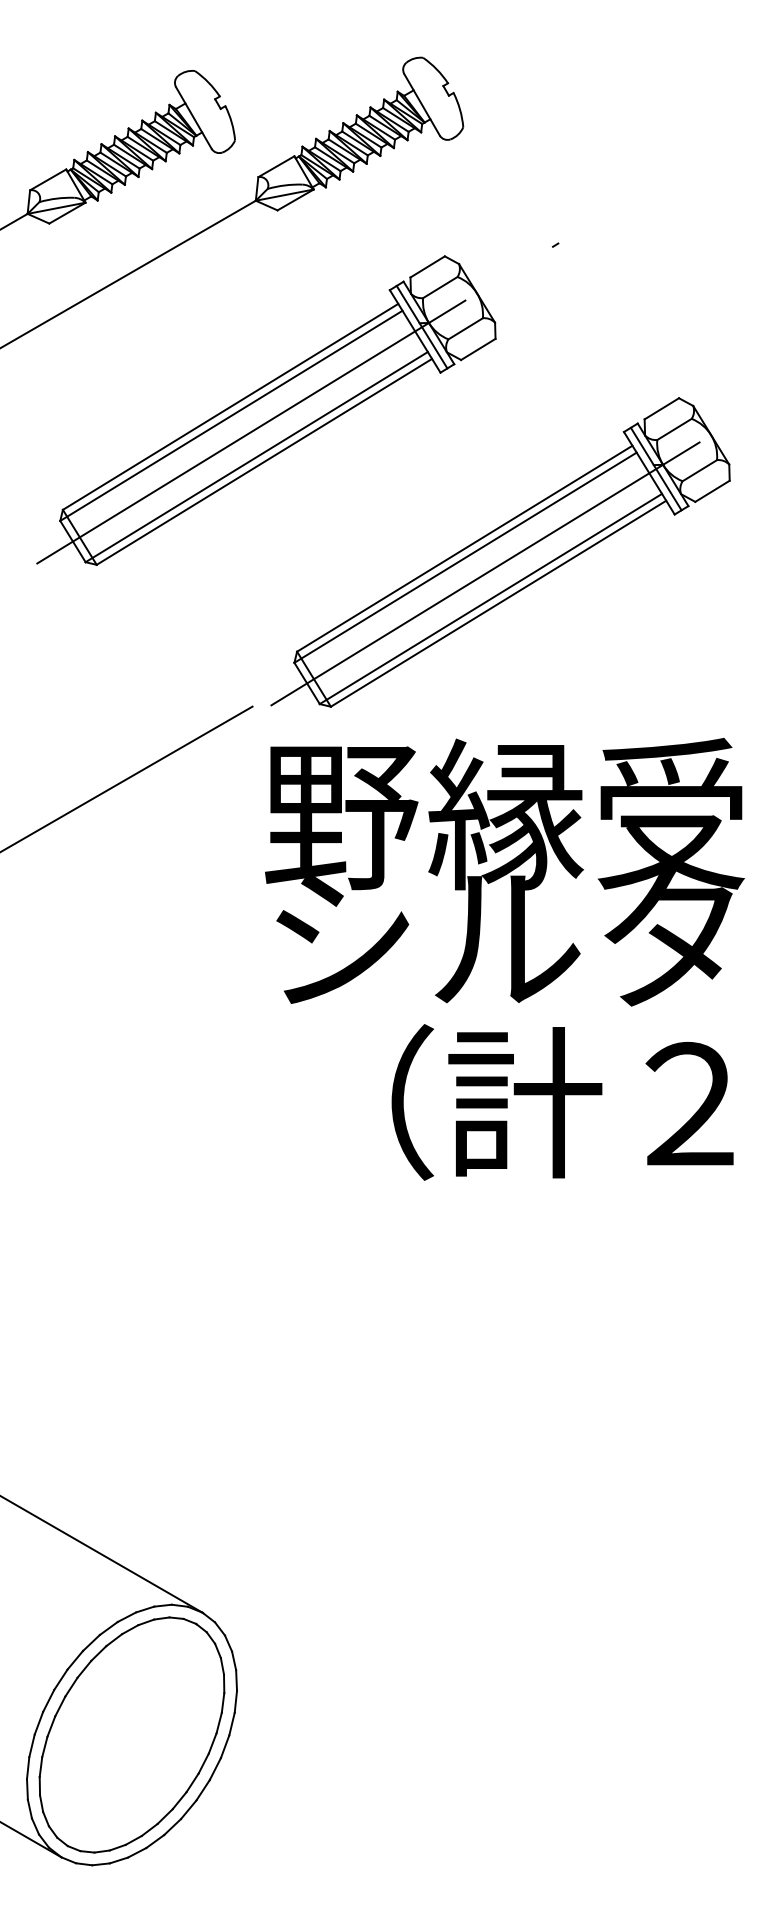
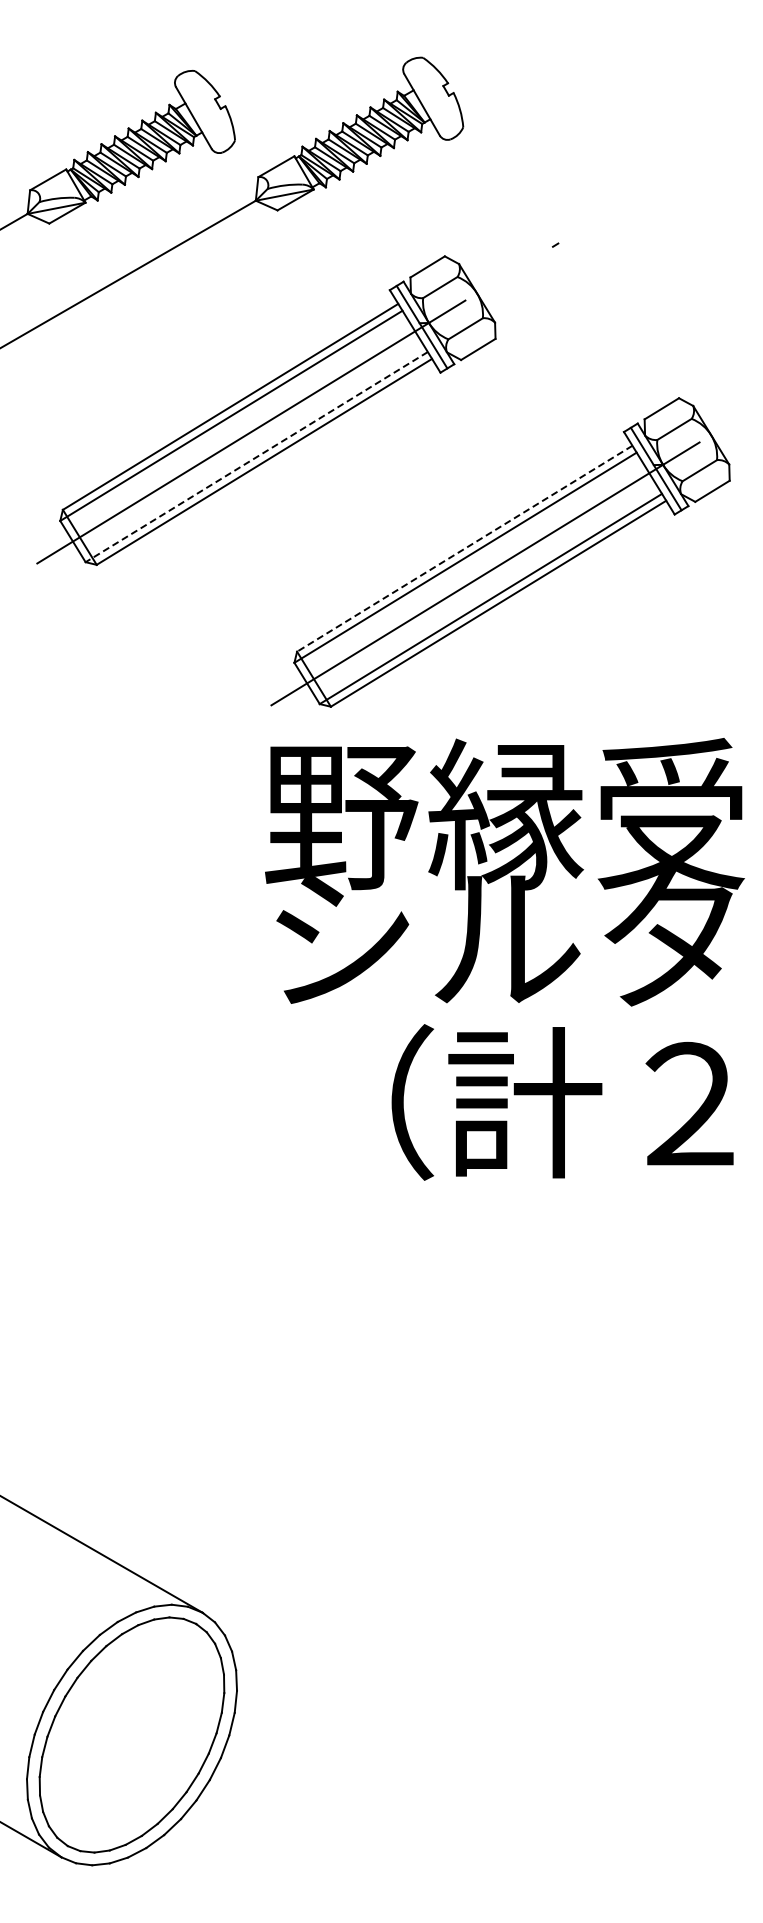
line at (256, 457): solid -> dashed
line at (464, 548): solid -> dashed
line at (127, 778): present -> none
